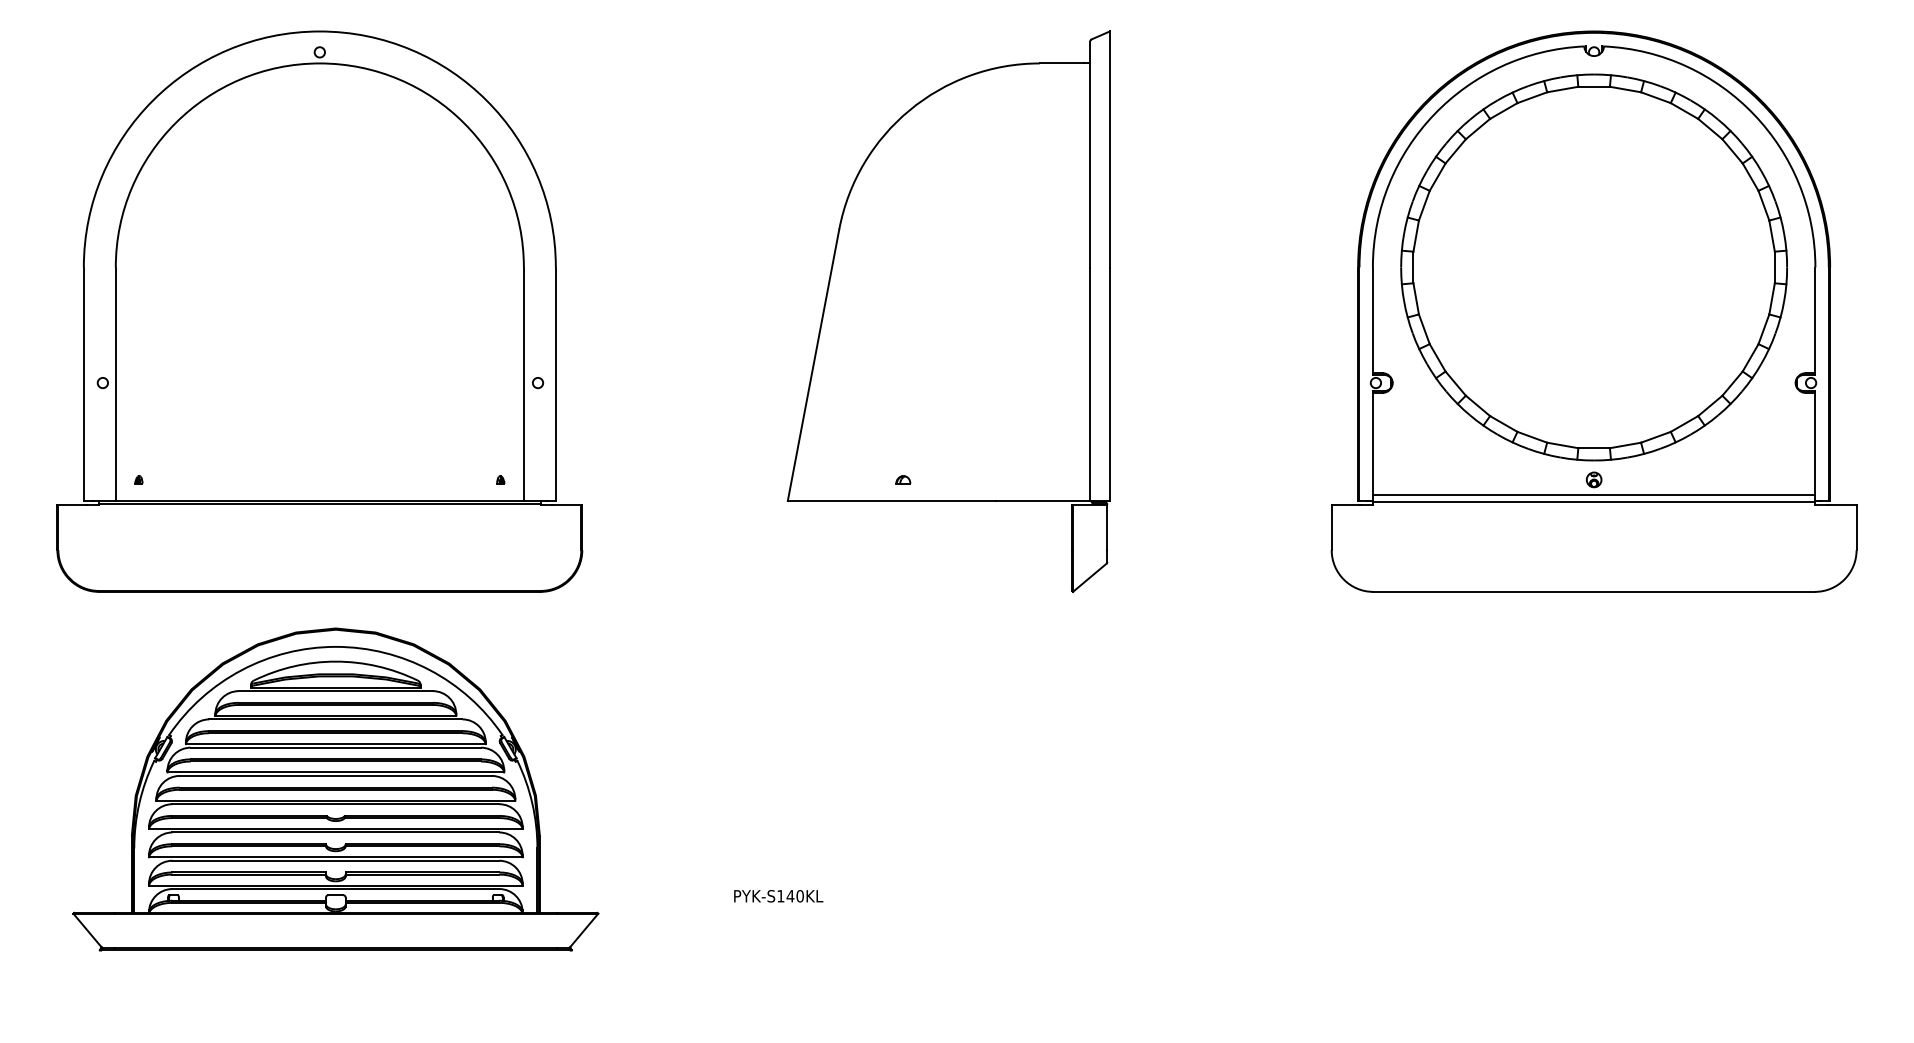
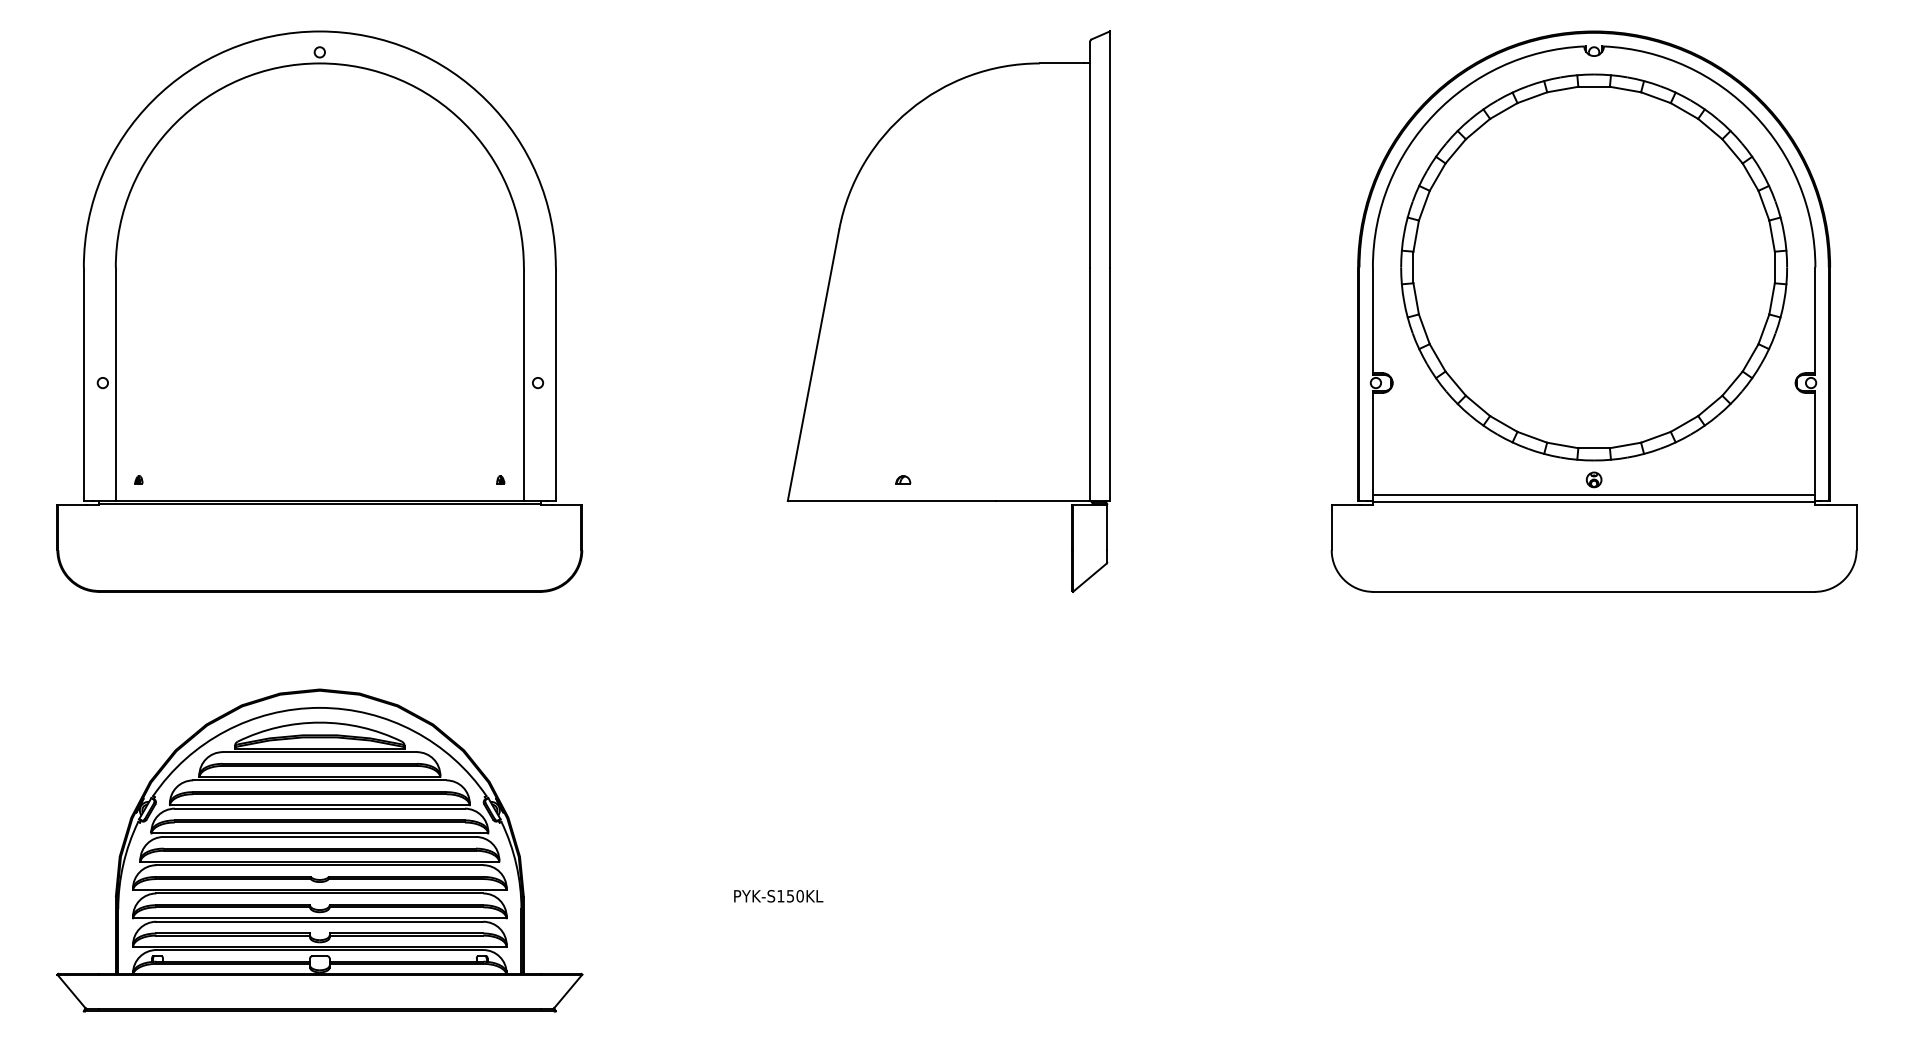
part at (335, 789) position: (335, 789) -> (319, 850)
text at (790, 896): PYK-S140KL -> PYK-S150KL
